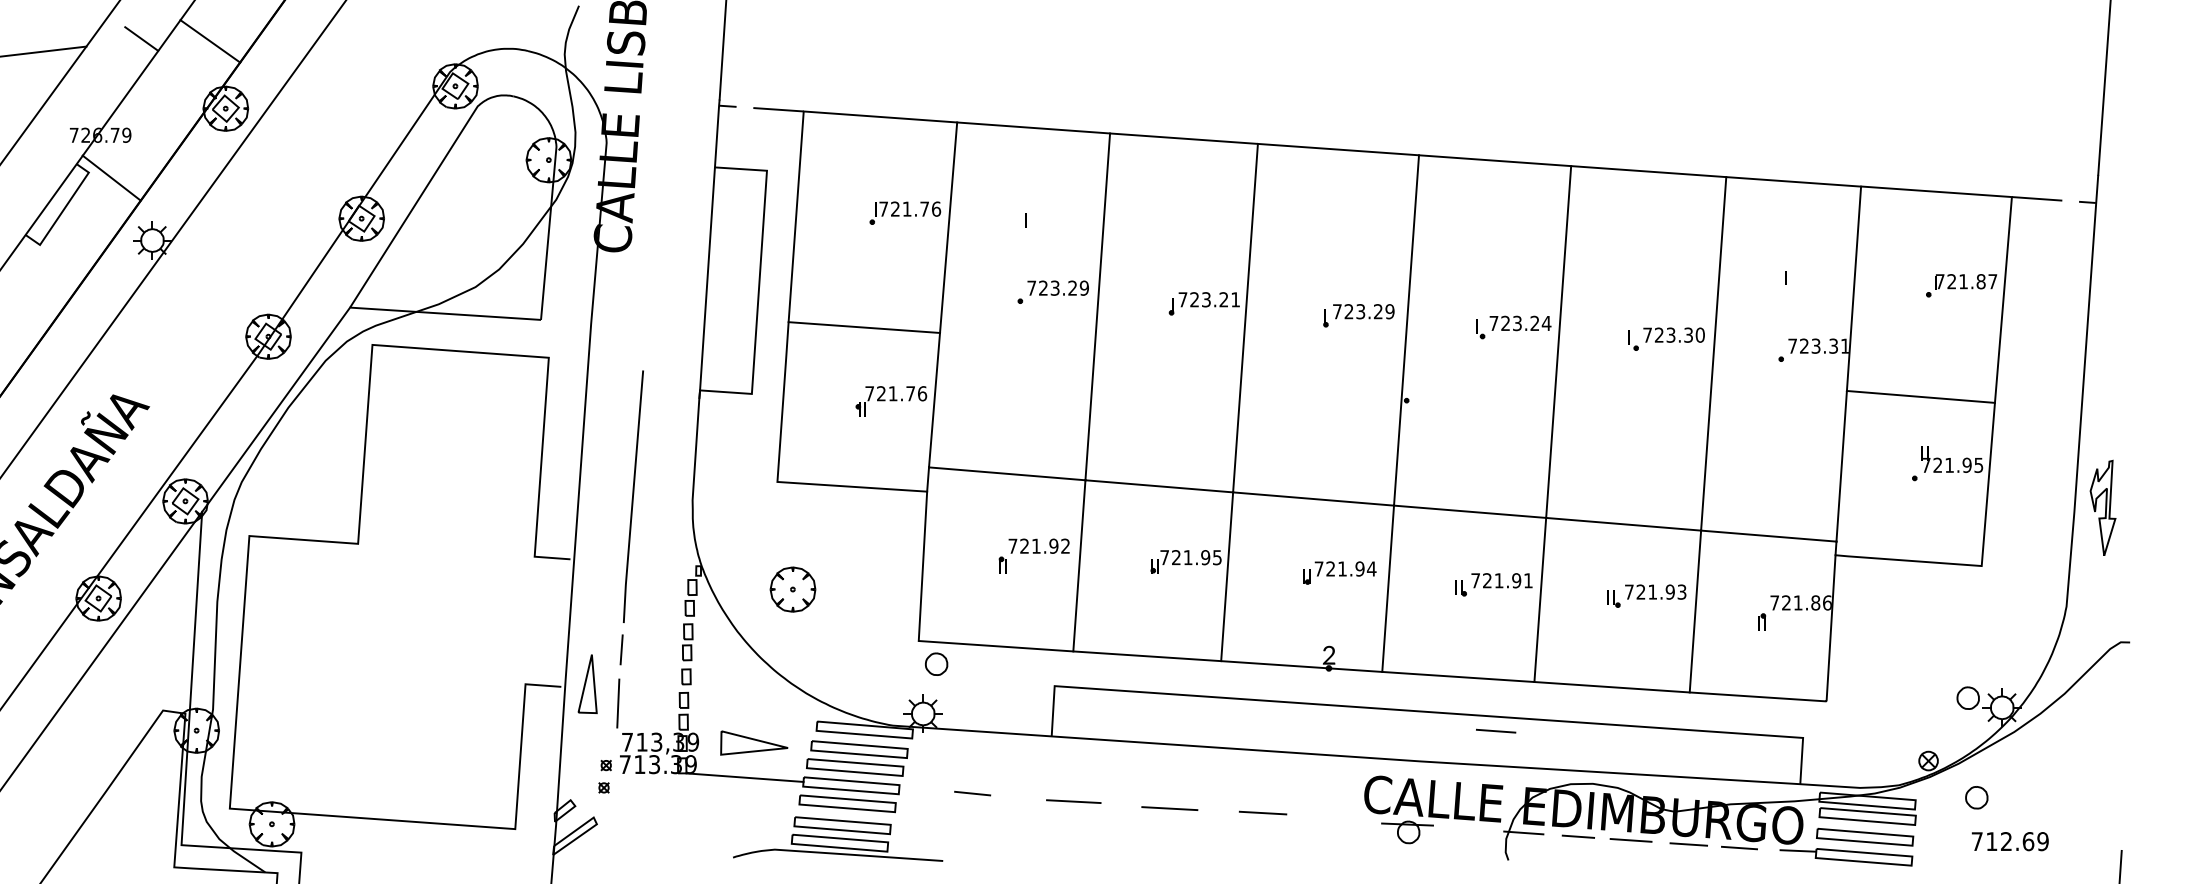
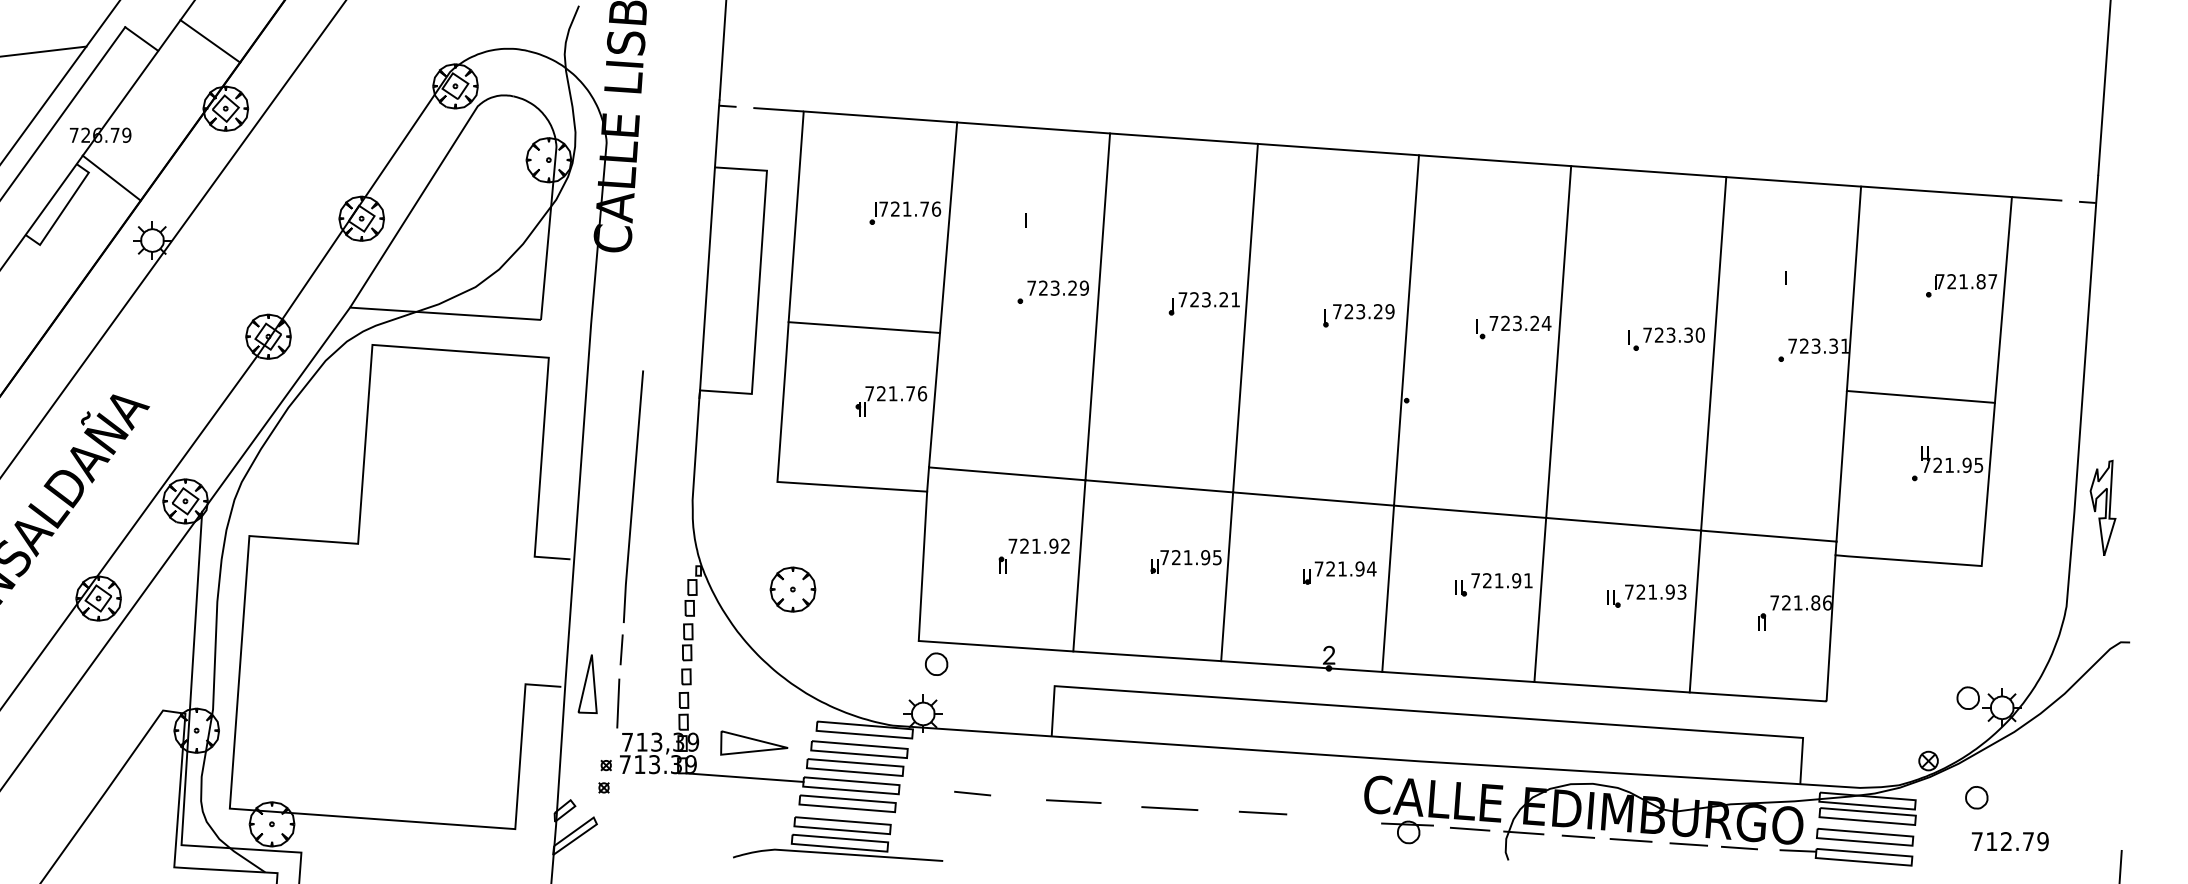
line at (63, 112): none -> present
line at (1496, 730) position: (1496, 730) -> (1470, 828)
text at (2028, 841): 712.69 -> 712.79
